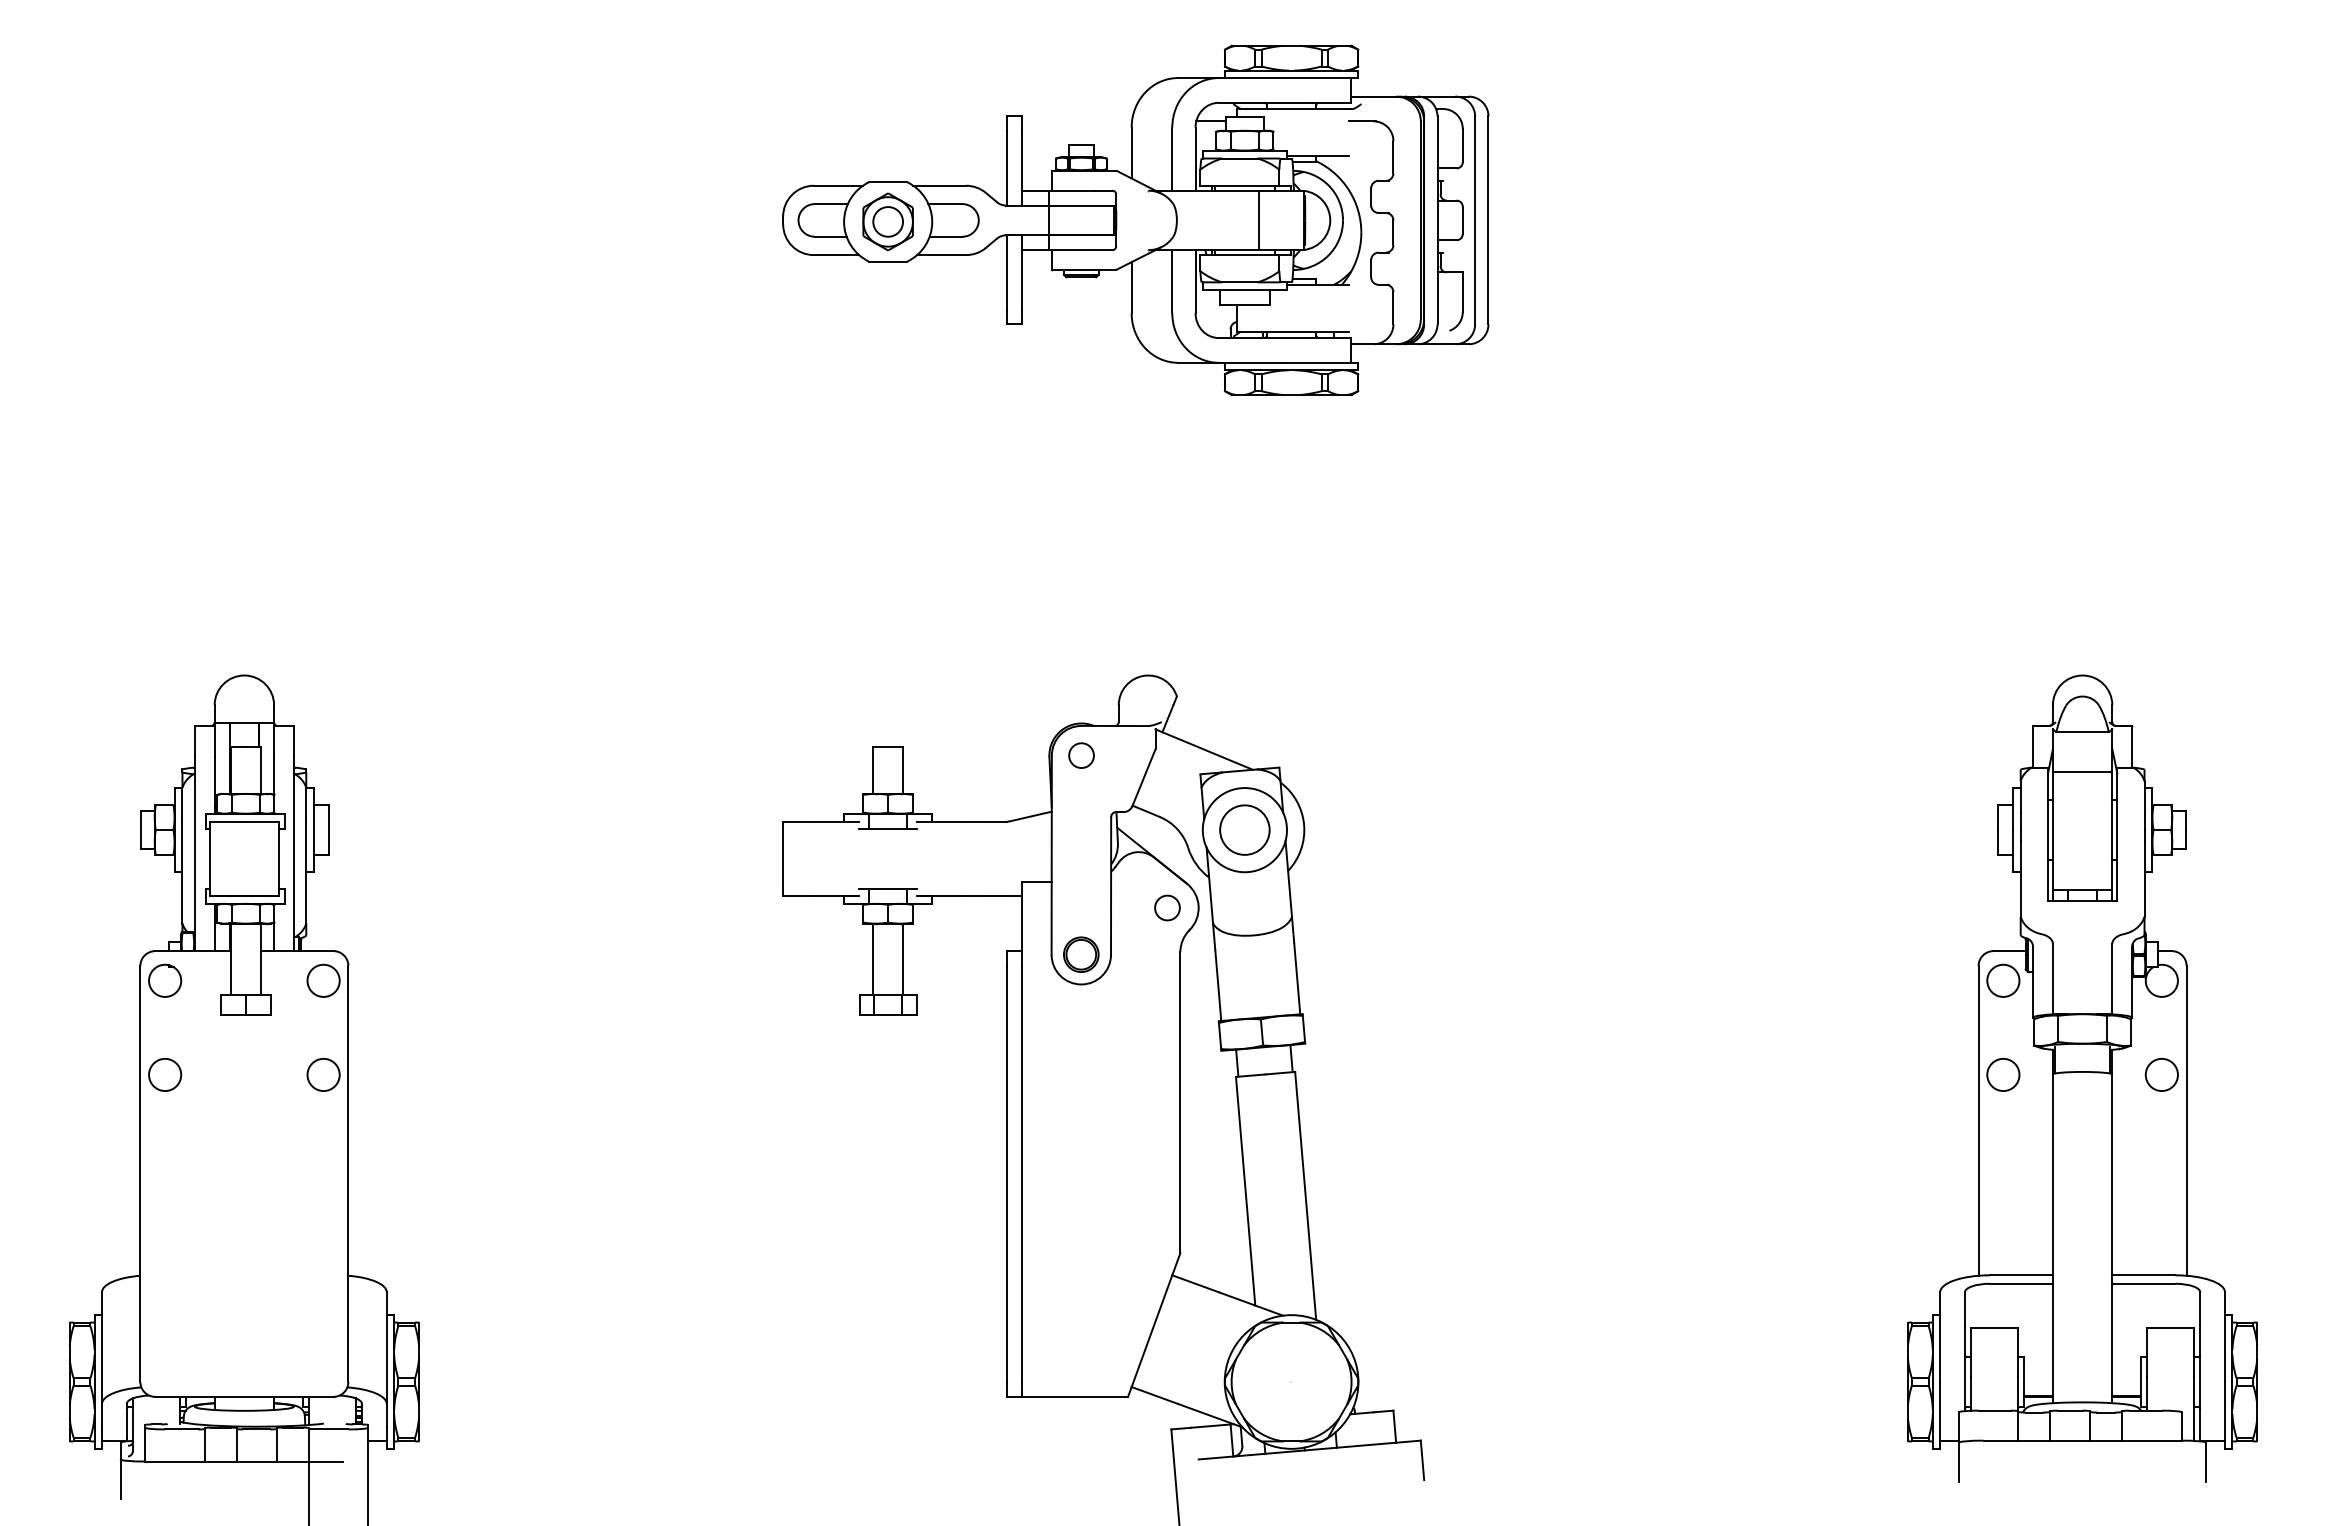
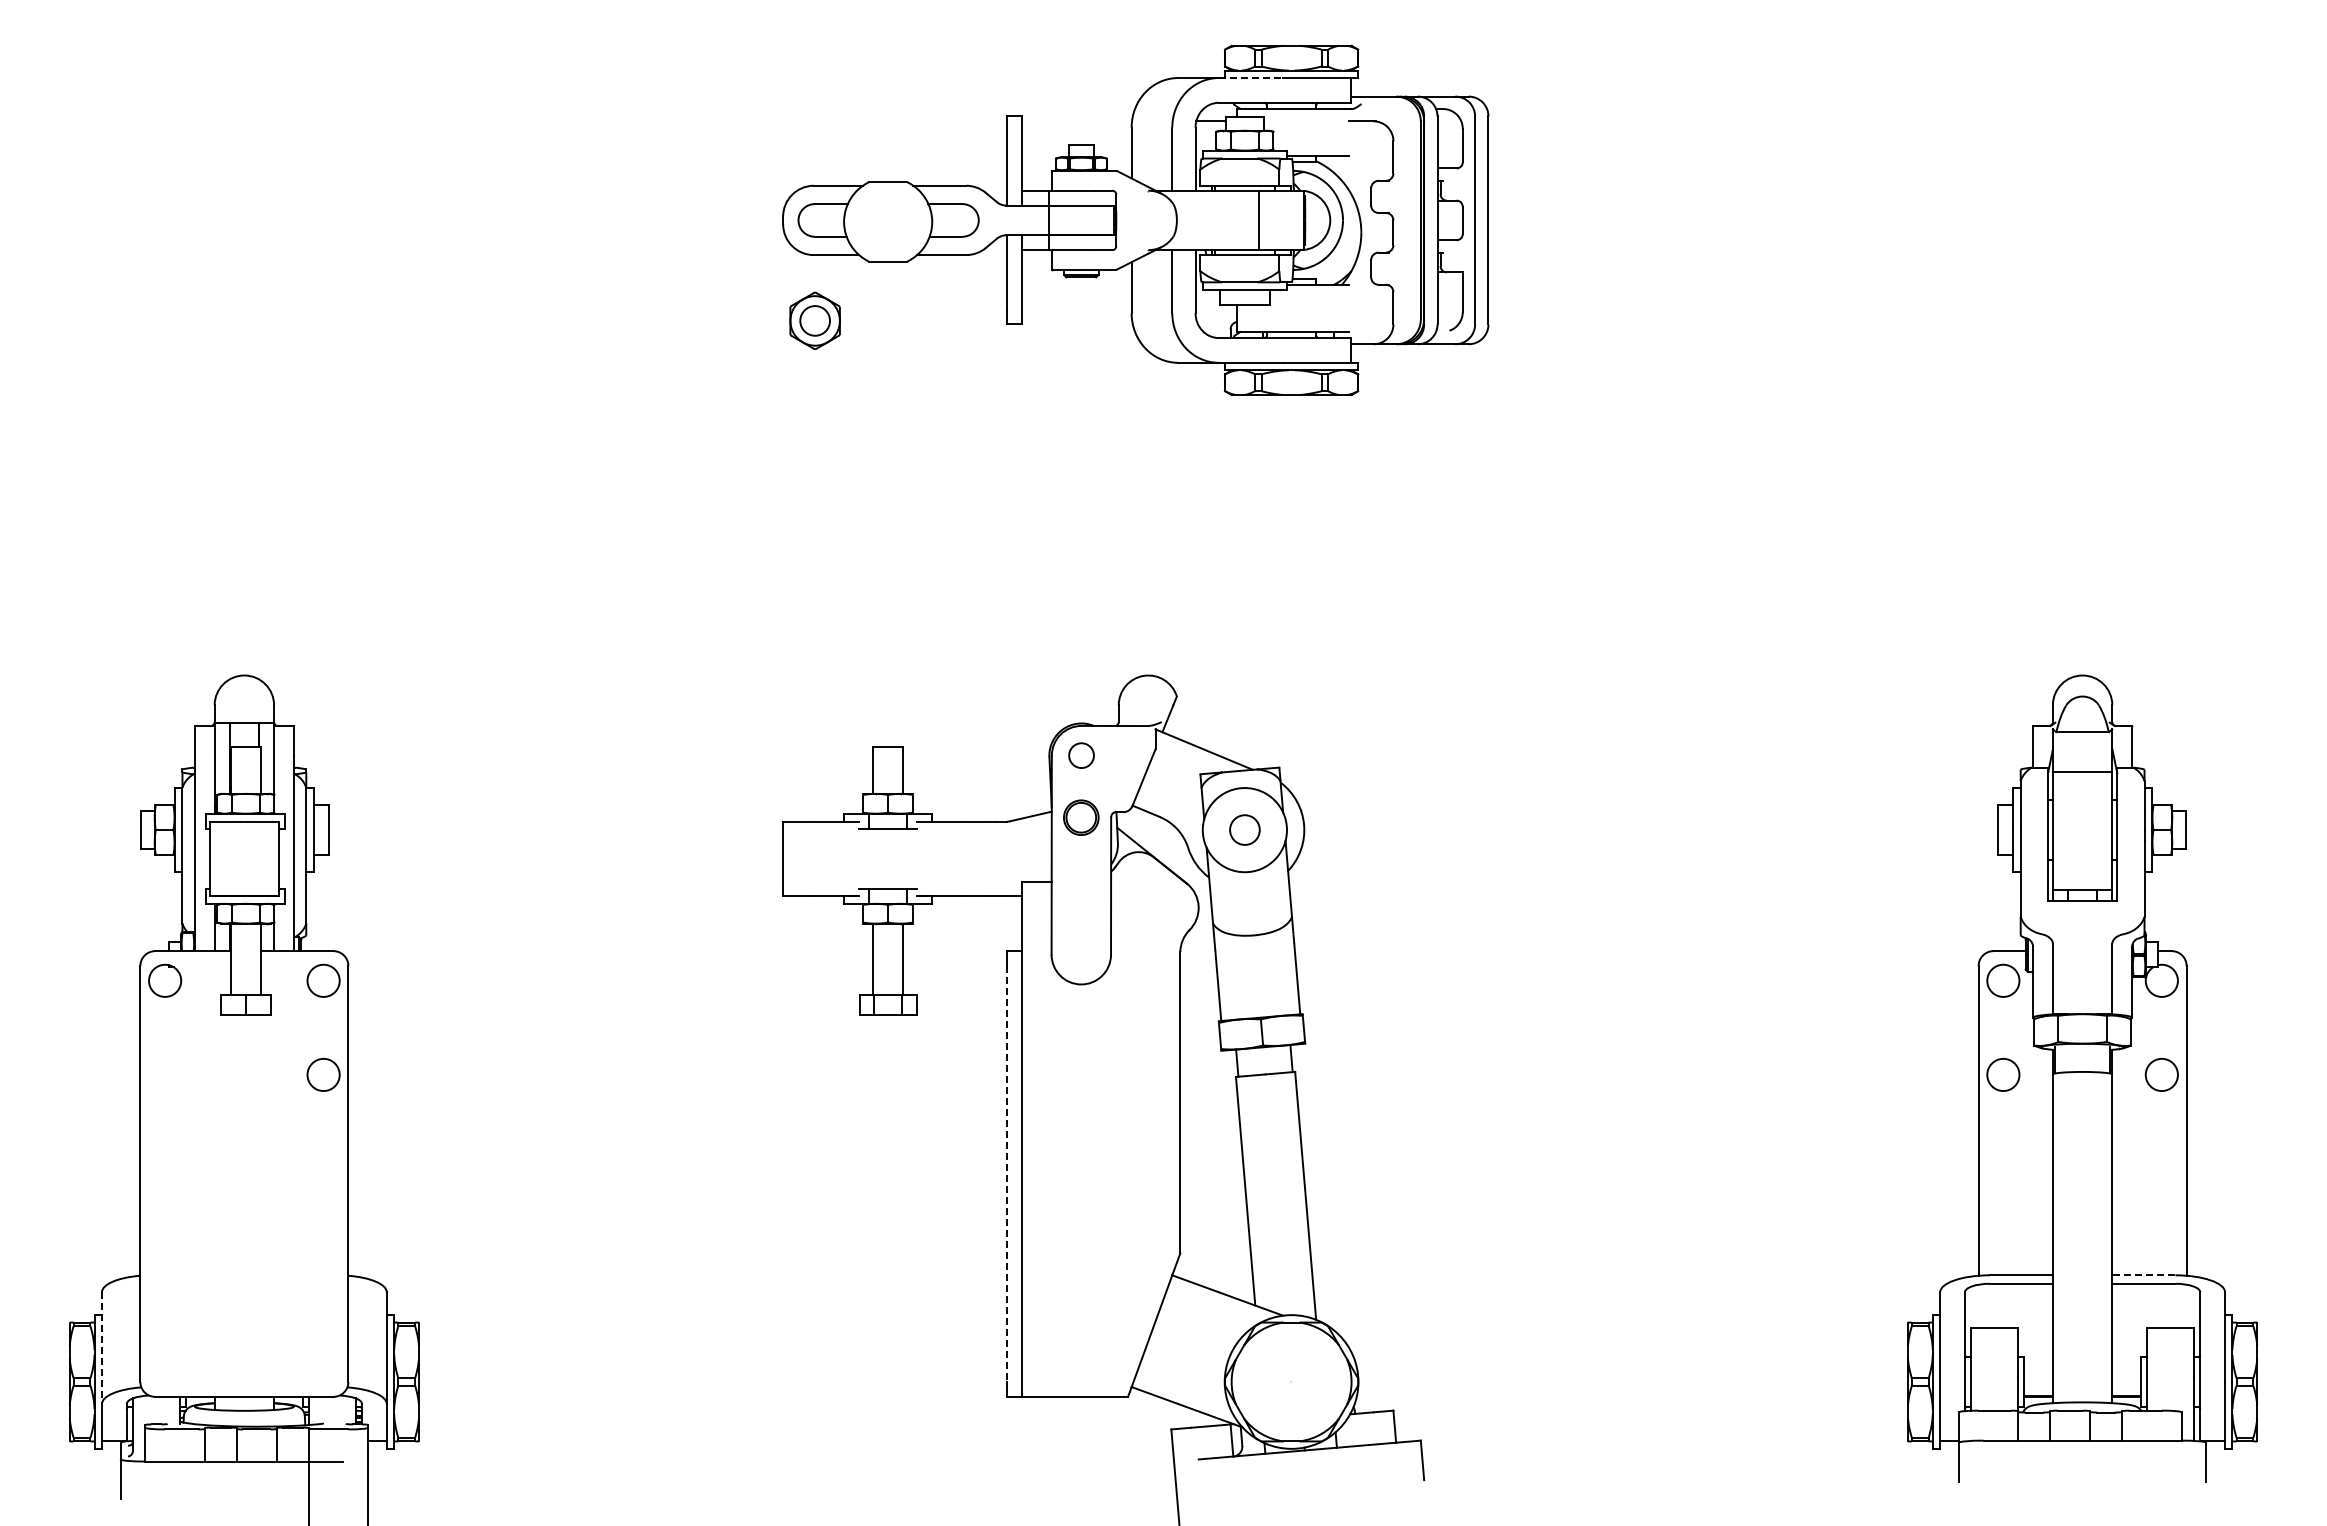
line at (1251, 78): solid -> dashed
part at (887, 221) position: (887, 221) -> (814, 320)
circle at (1244, 829) size: 52x52 px -> 32x32 px
circle at (1167, 907): present -> none
part at (1081, 954) position: (1081, 954) -> (1081, 817)
circle at (165, 1074): present -> none
line at (1007, 1174): solid -> dashed
line at (2143, 1275): solid -> dashed
line at (102, 1348): solid -> dashed
